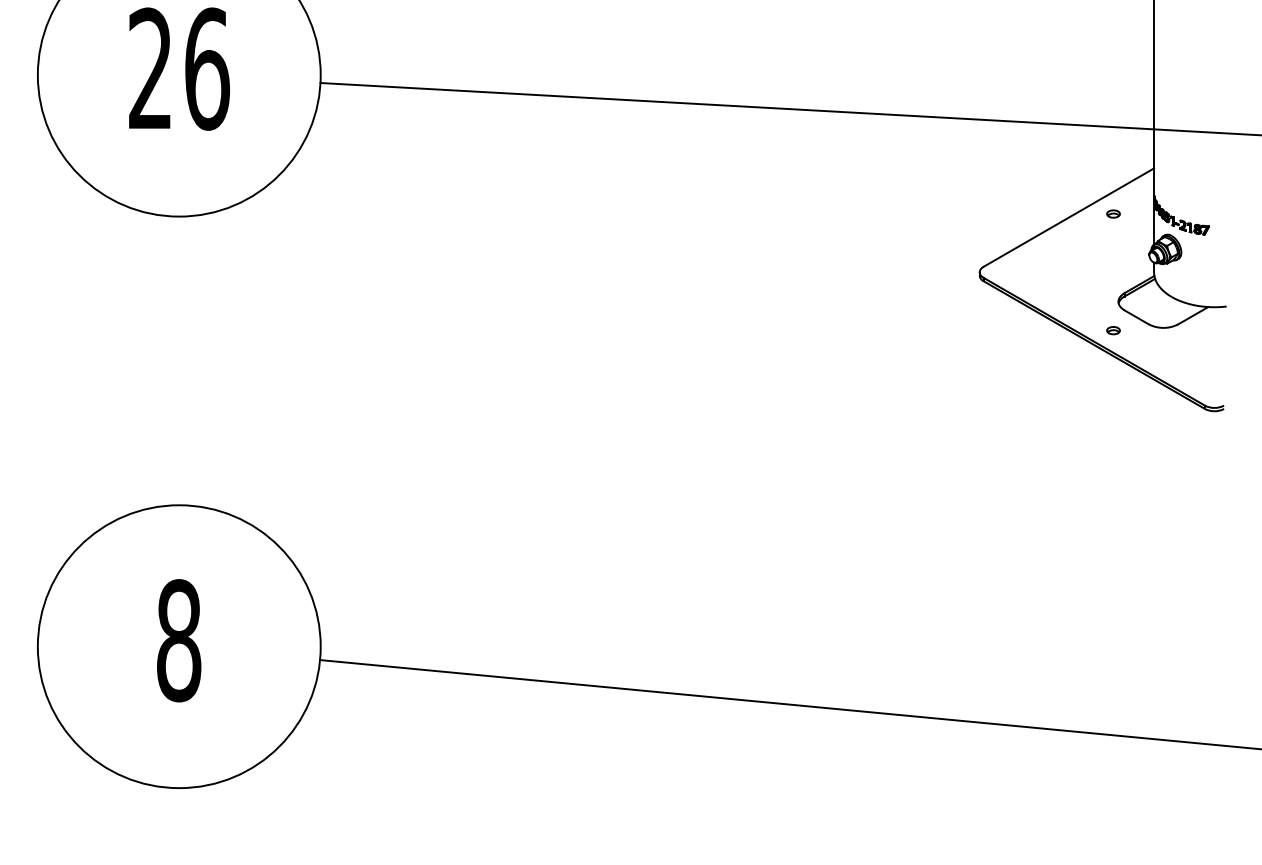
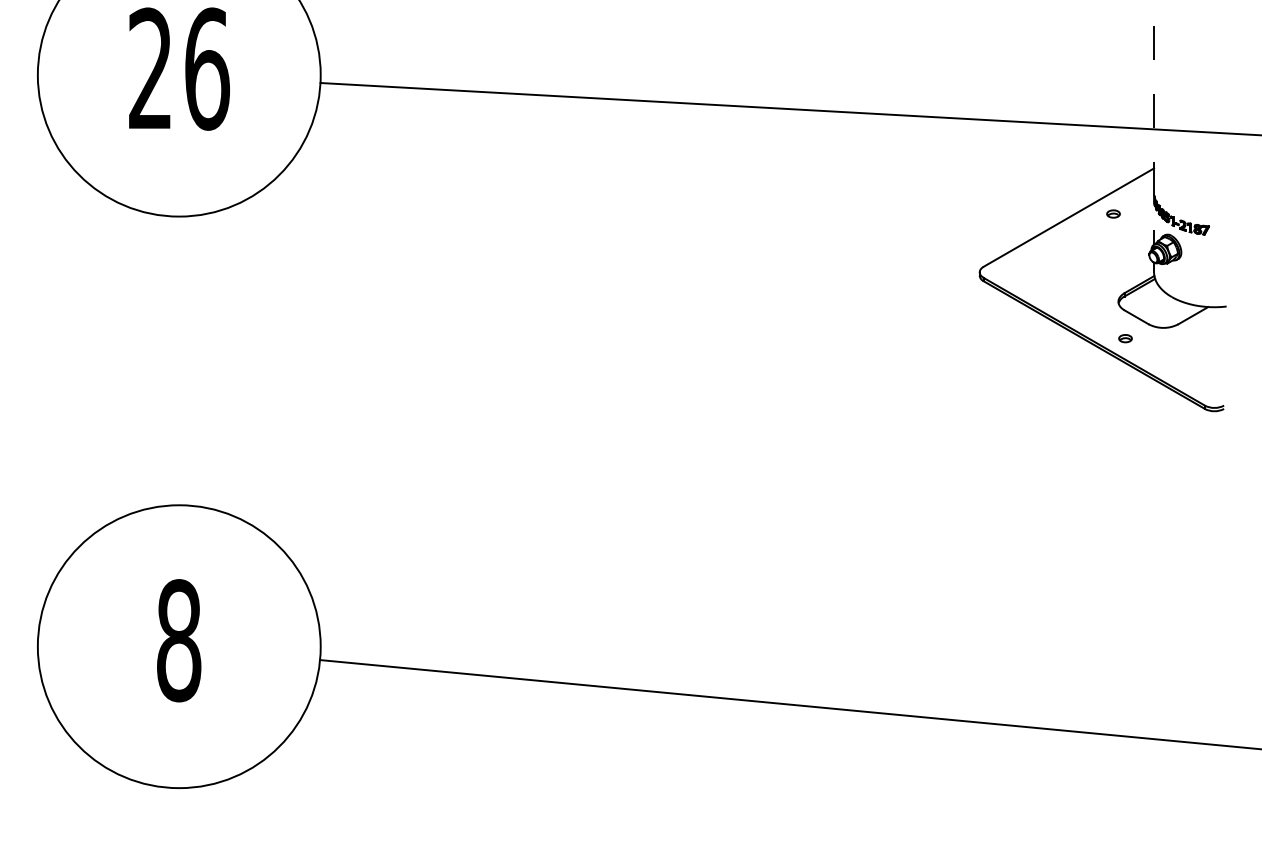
line at (1154, 122): solid -> dashed
part at (1113, 330) position: (1113, 330) -> (1125, 338)
